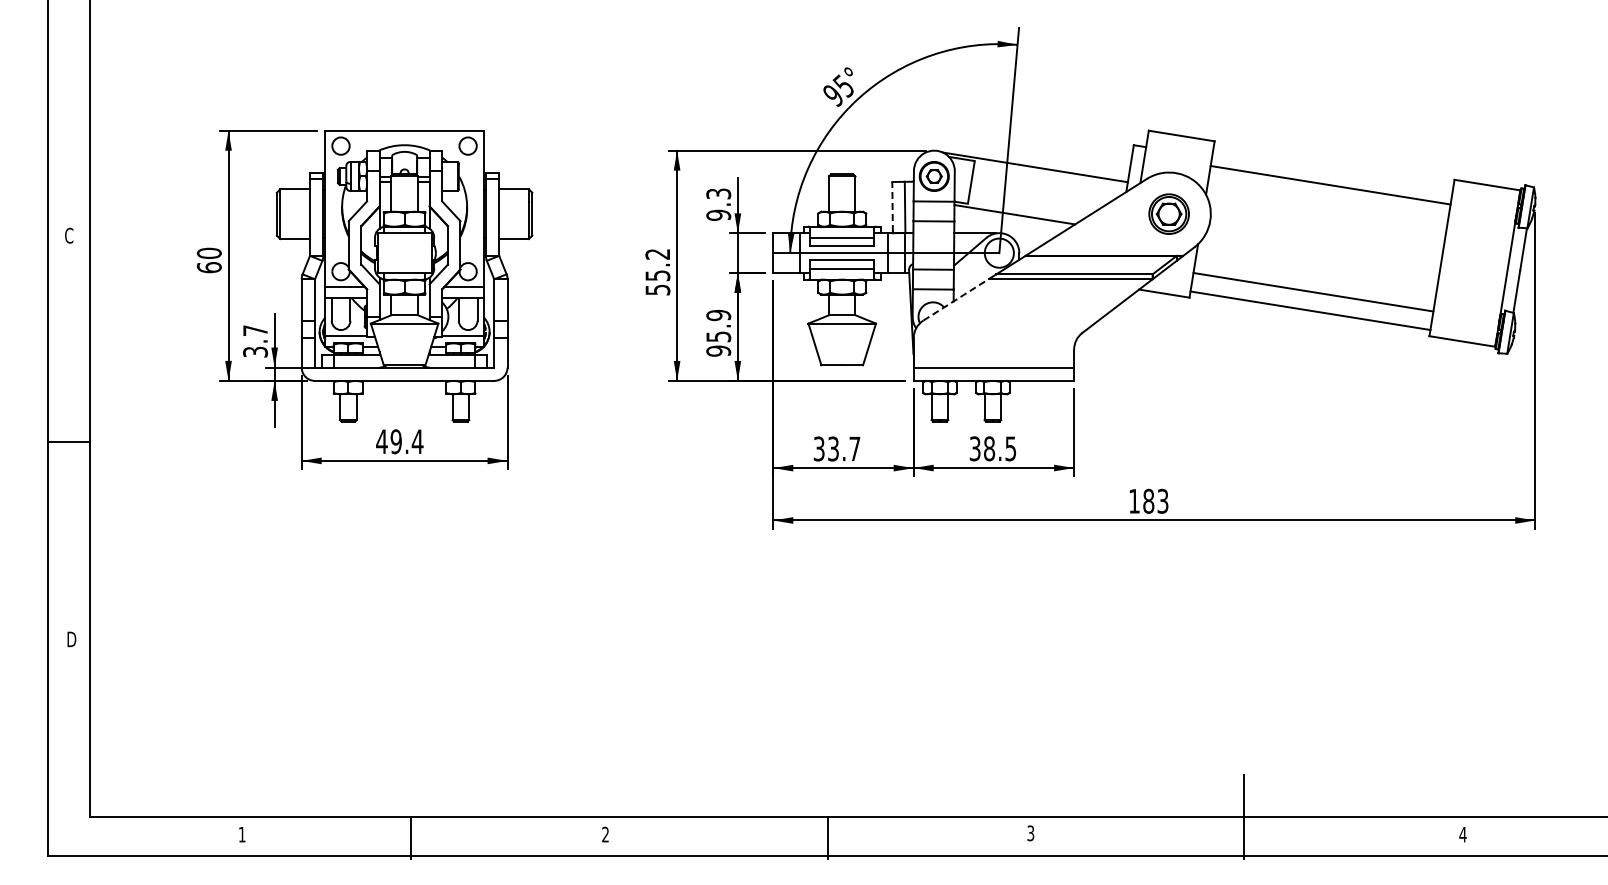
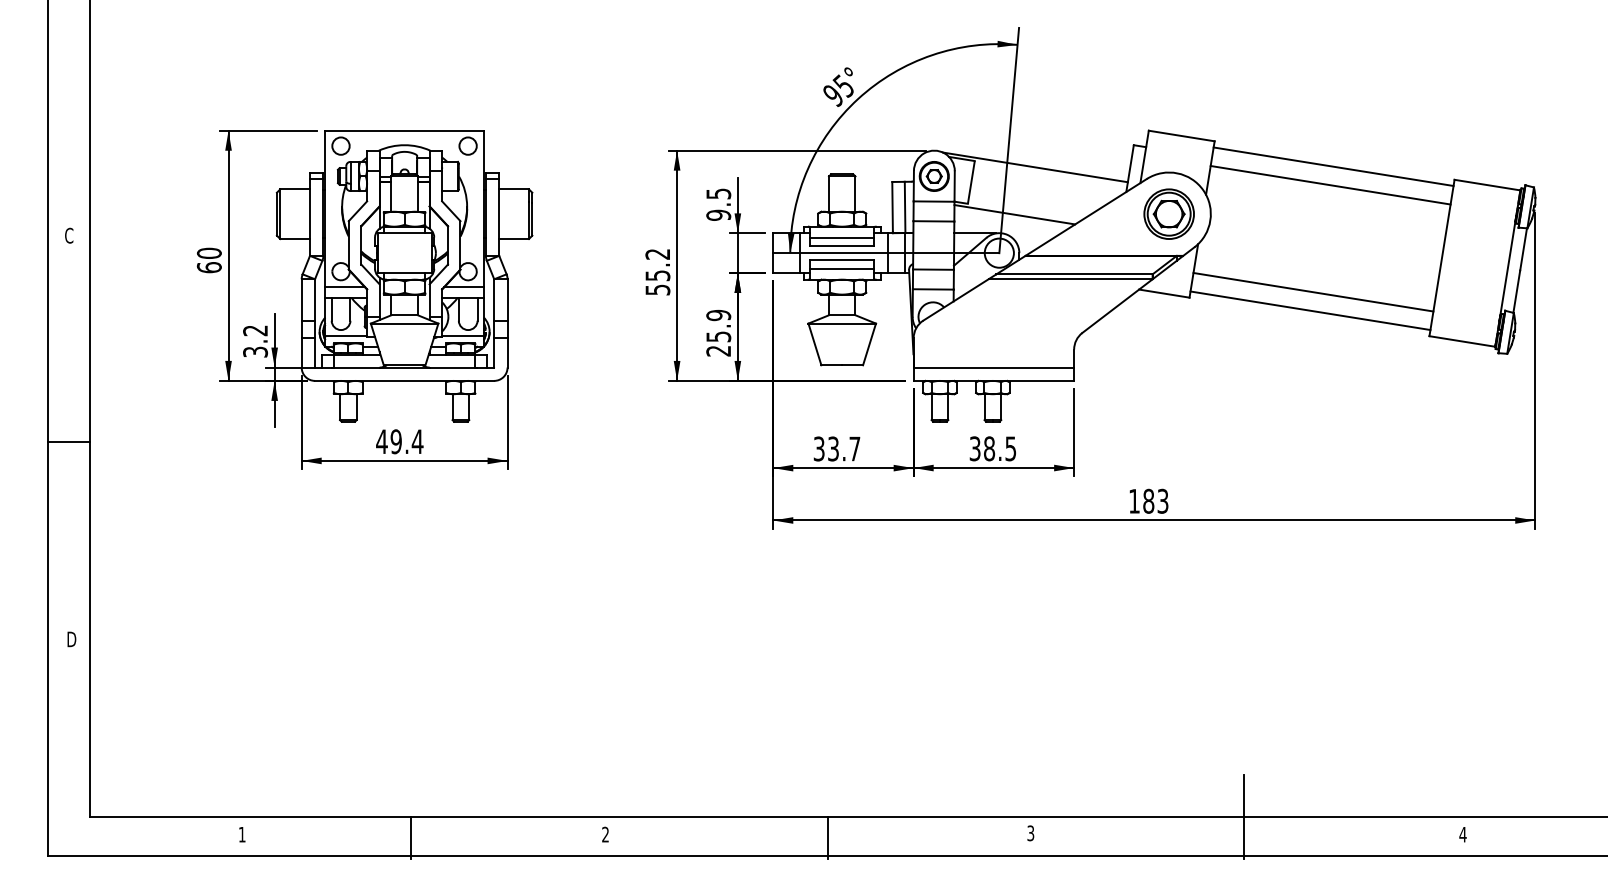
line at (1333, 166): none -> present
text at (718, 193): 9.3 -> 9.5
line at (892, 206): dashed -> solid
part at (1168, 213) size: 42x42 px -> 52x52 px
line at (955, 299): dashed -> solid
text at (255, 330): 3.7 -> 3.2
text at (718, 350): 95.9 -> 25.9
